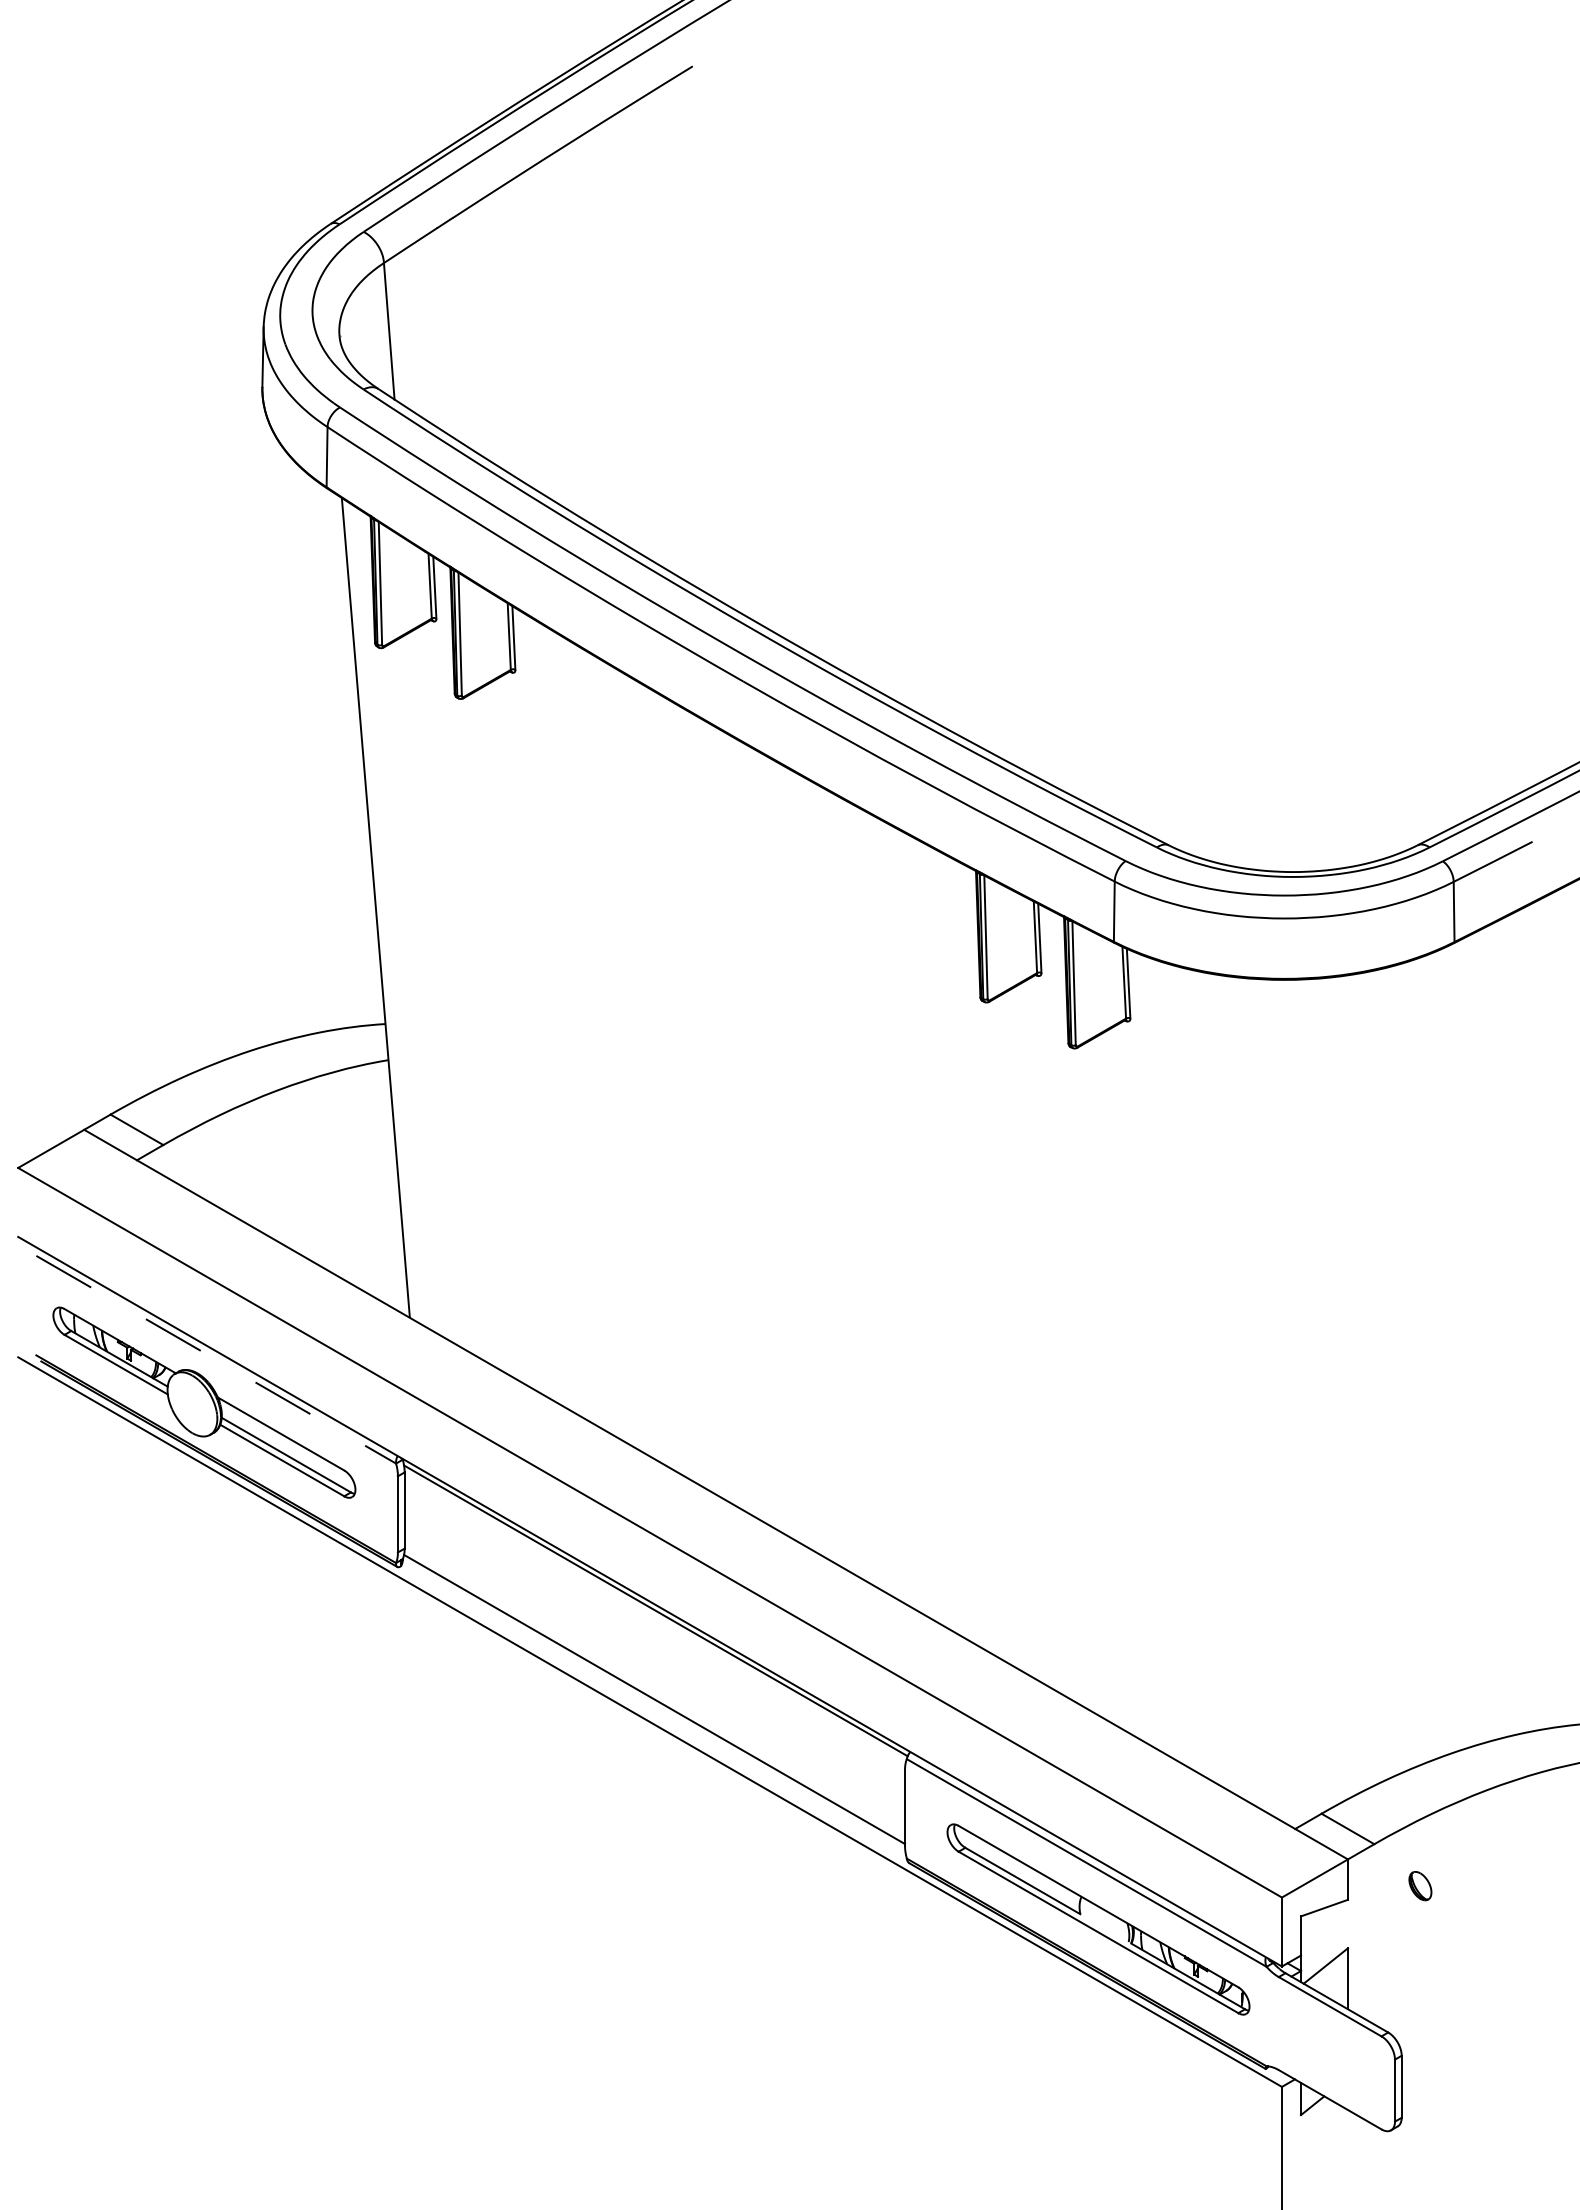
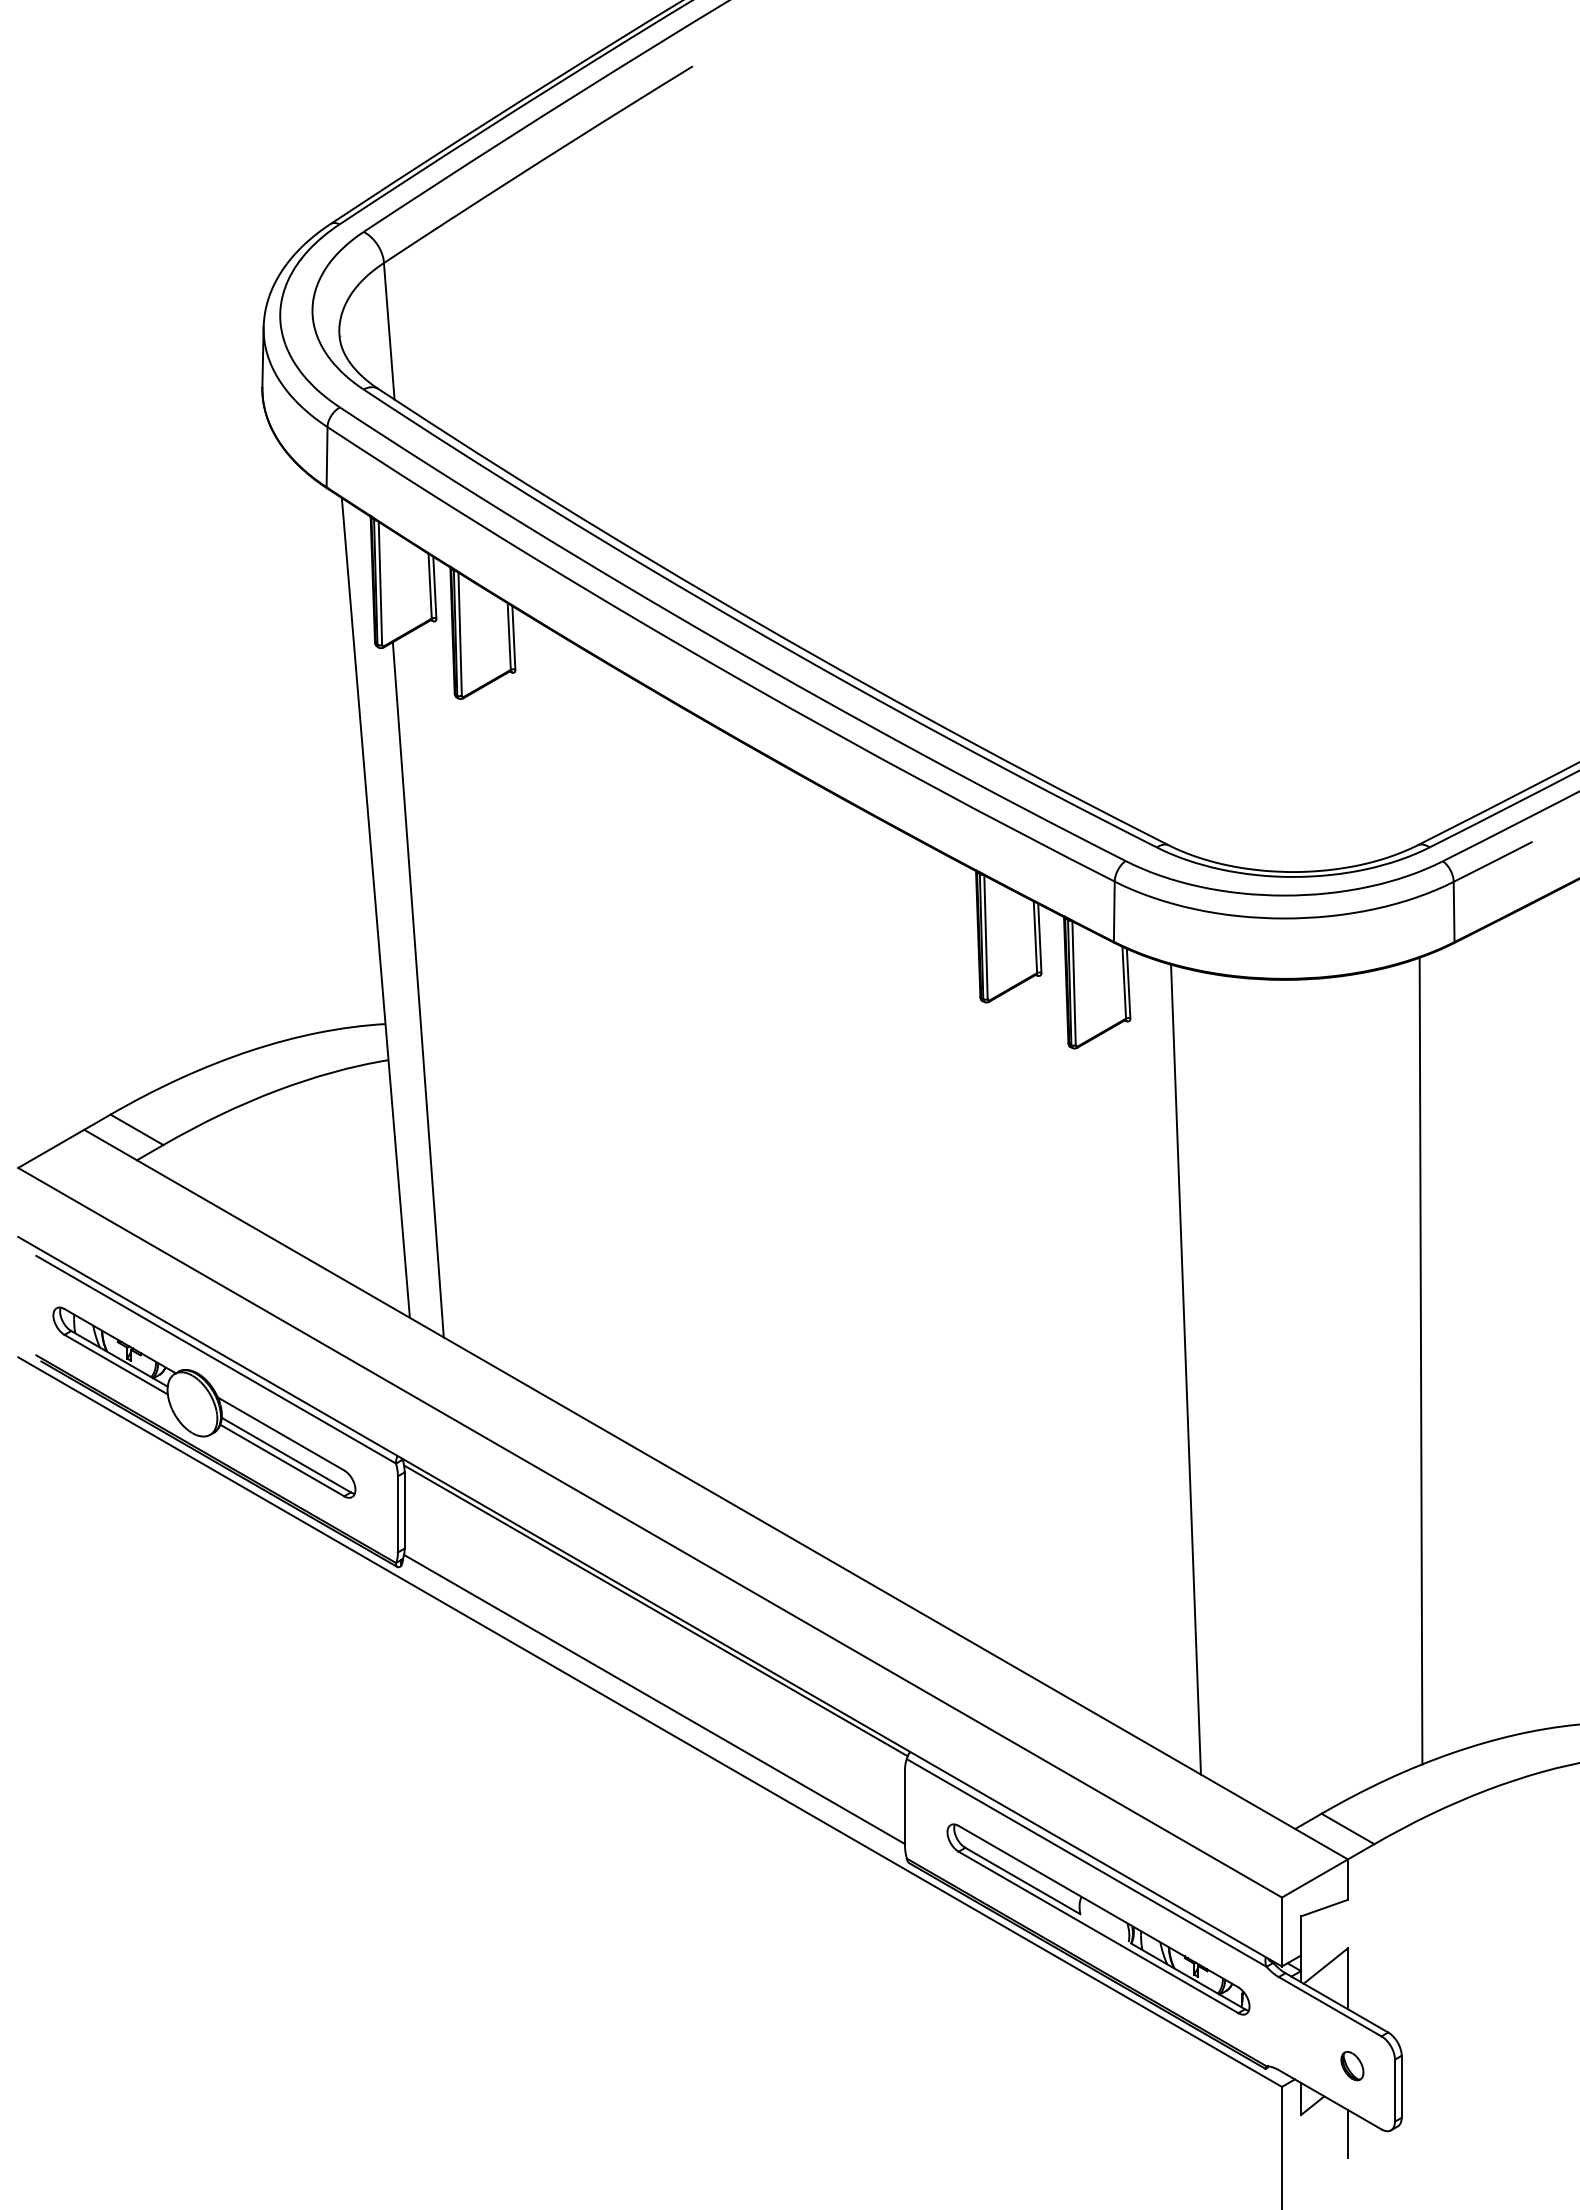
line at (417, 989): none -> present
line at (216, 1359): dashed -> solid
line at (1420, 1360): none -> present
line at (1185, 1369): none -> present
part at (1420, 1886) position: (1420, 1886) -> (1352, 2066)
line at (1347, 2134): none -> present
